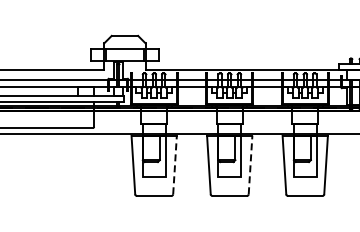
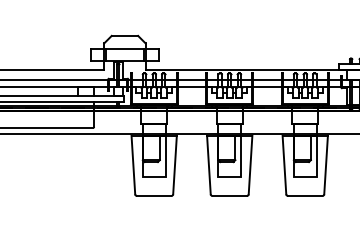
line at (175, 164): dashed -> solid
line at (250, 164): dashed -> solid
